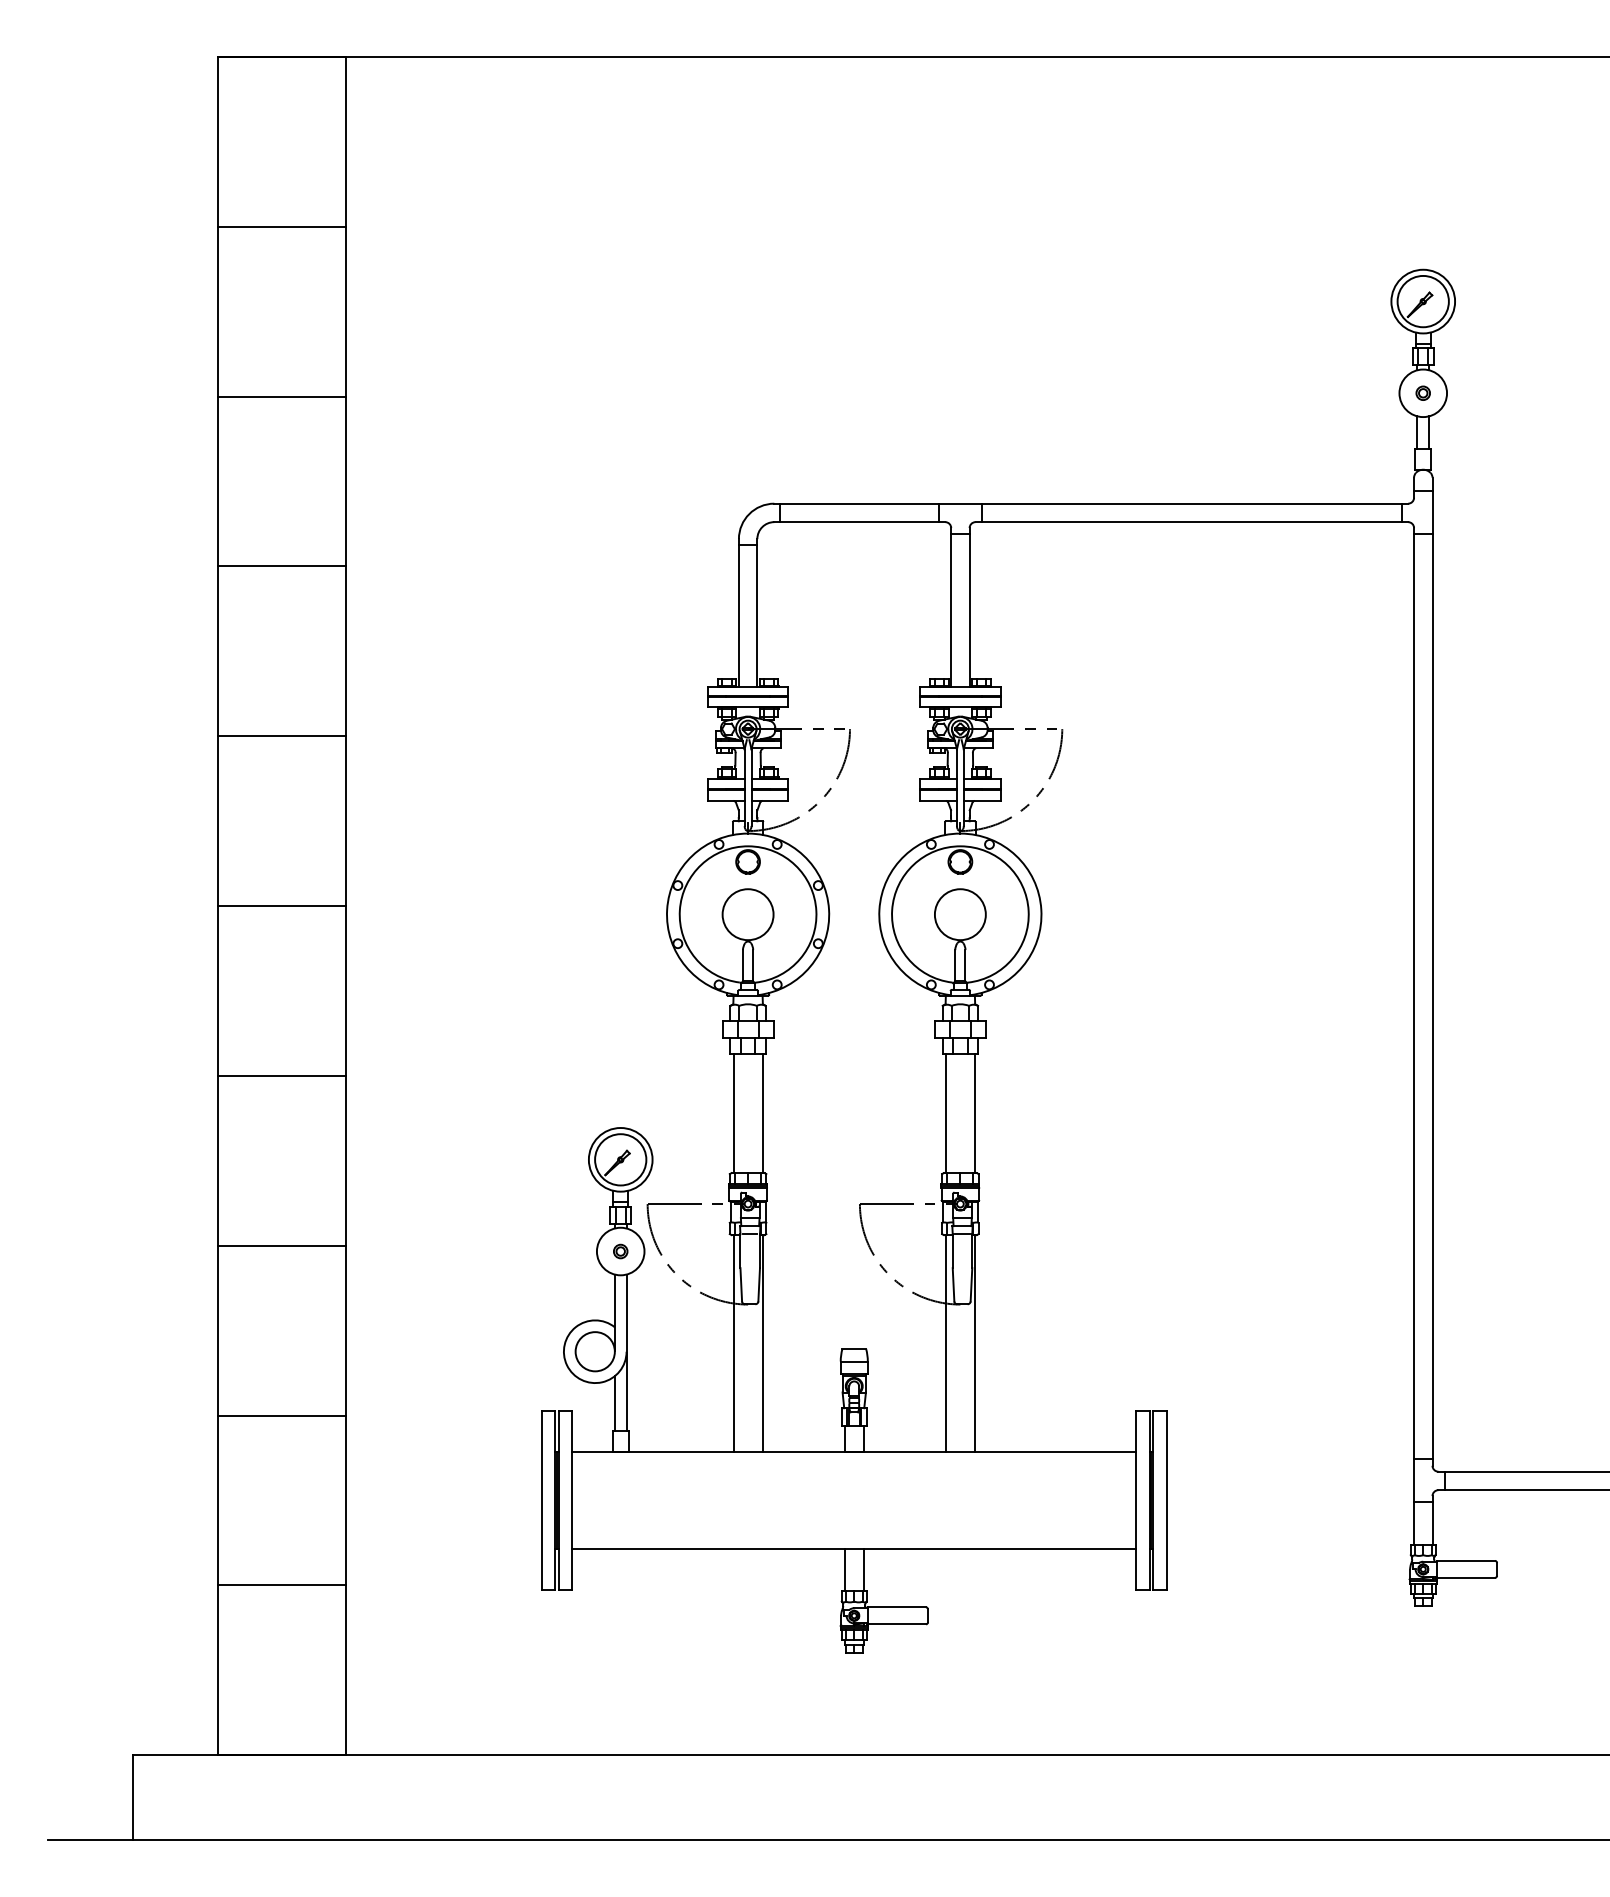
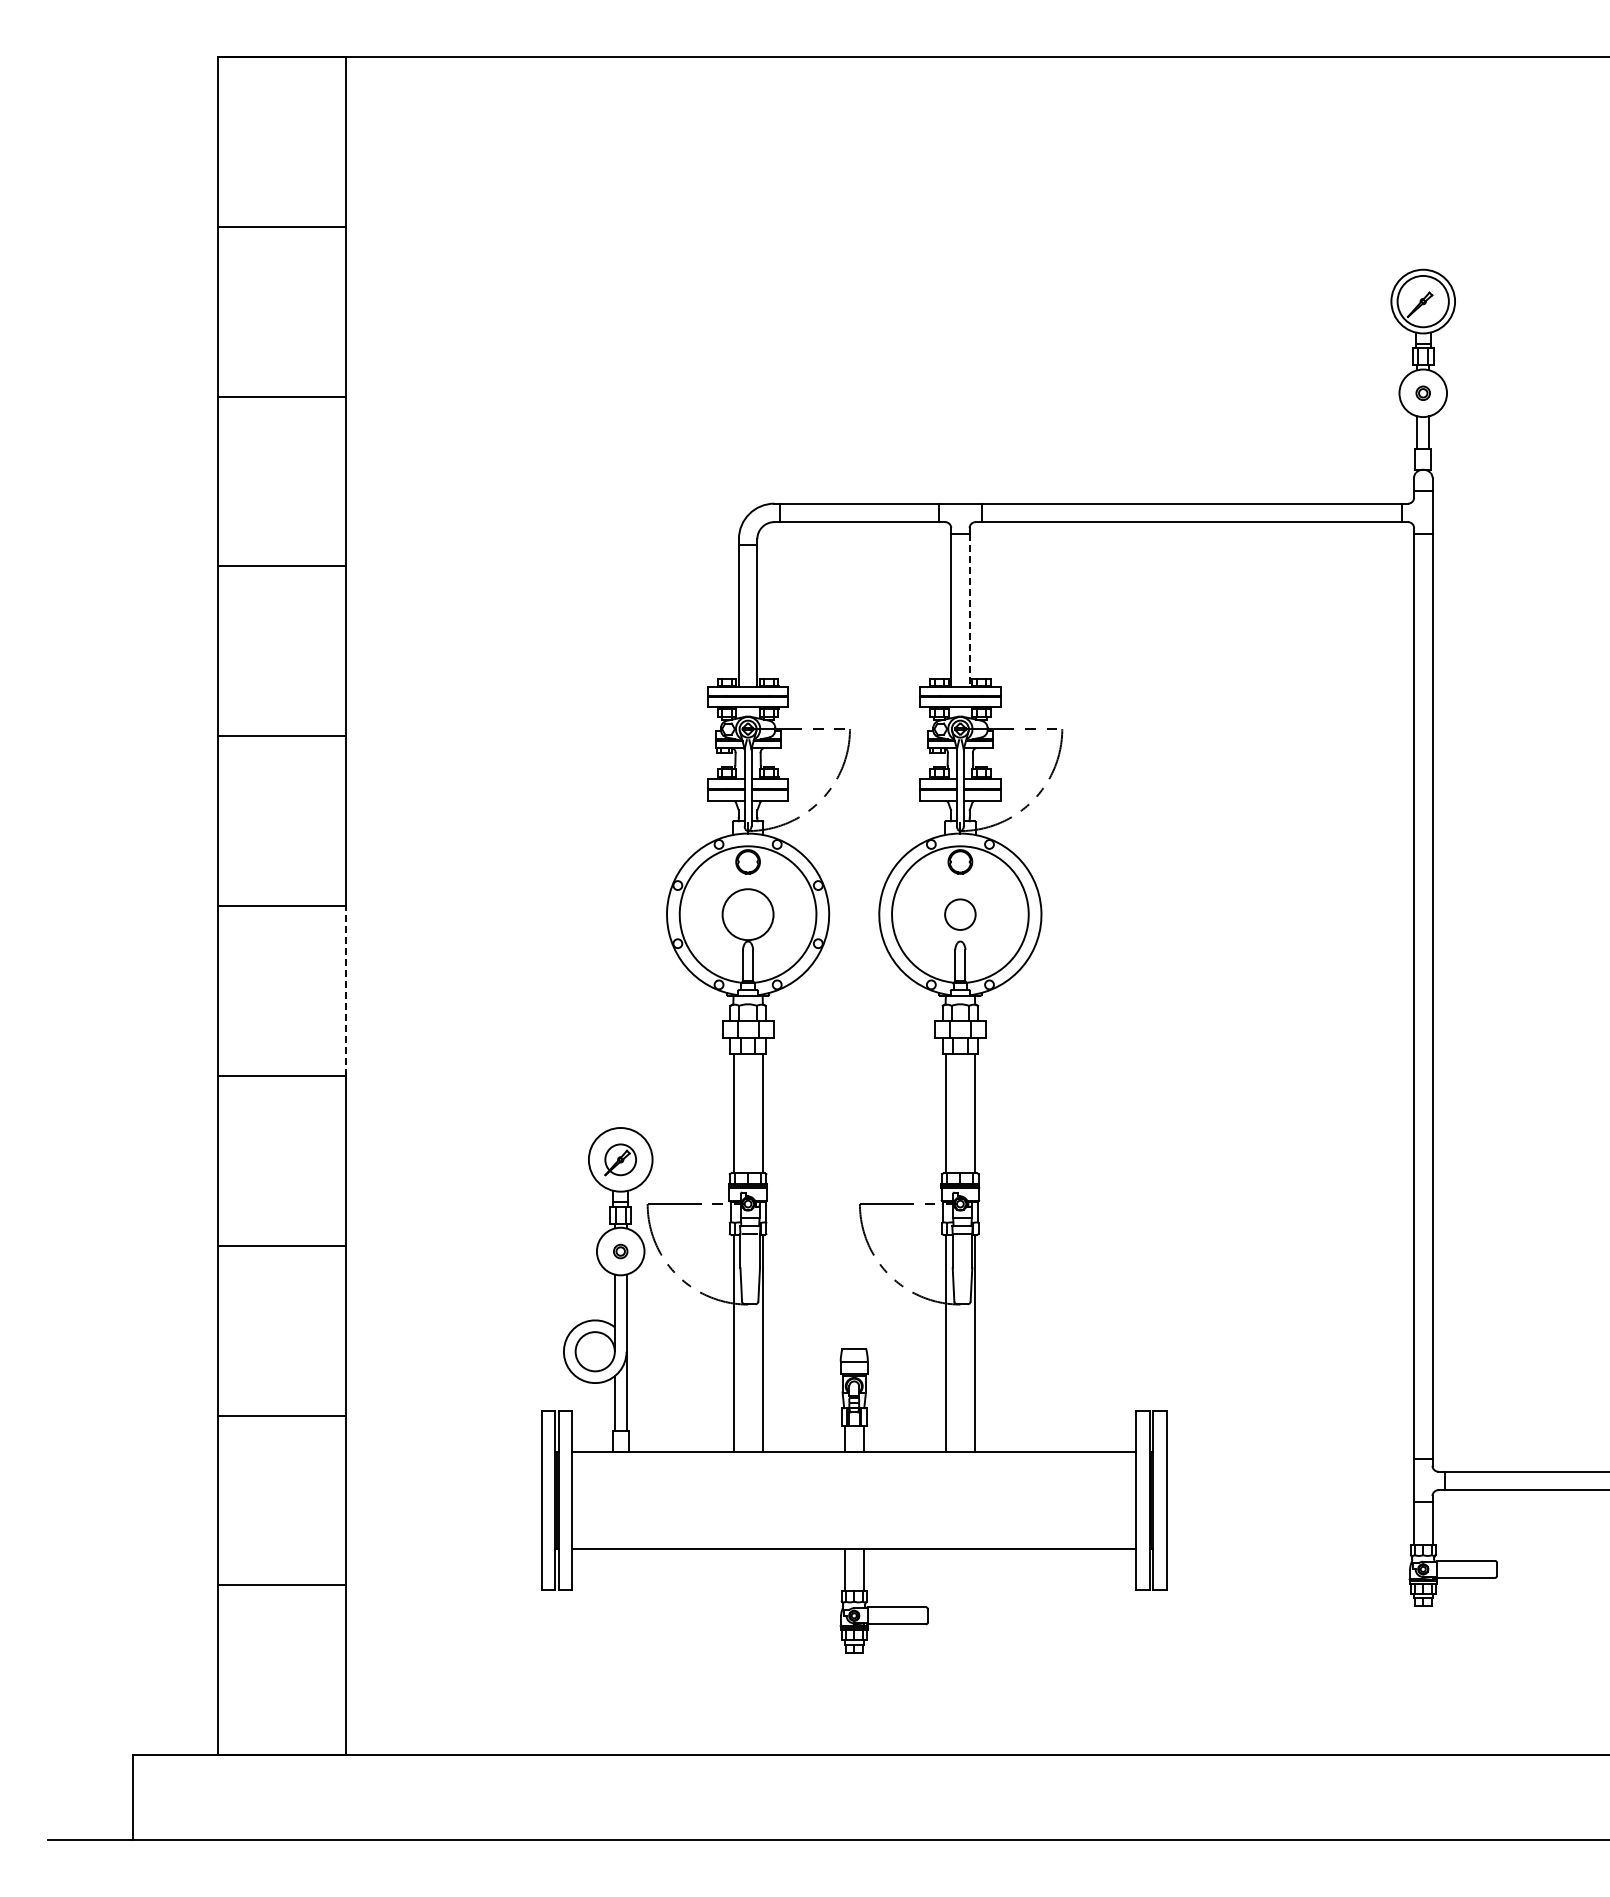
line at (969, 611): solid -> dashed
circle at (959, 914) diameter: 51 px -> 31 px
line at (345, 990): solid -> dashed
circle at (620, 1159) diameter: 51 px -> 31 px
